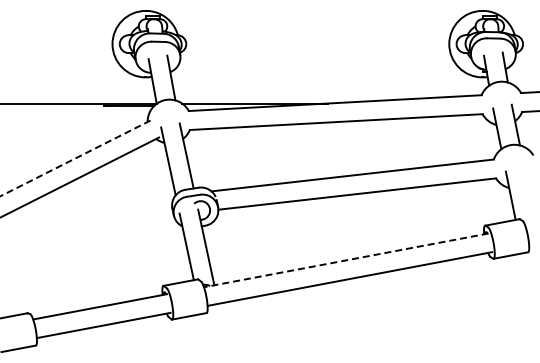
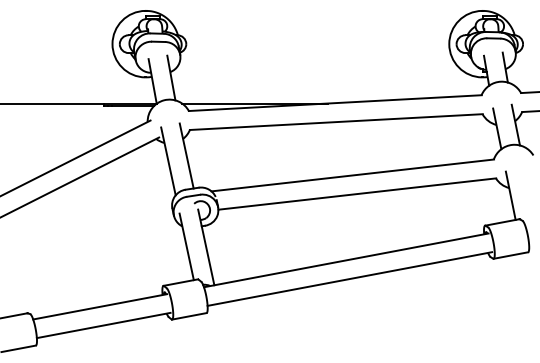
line at (75, 158): dashed -> solid
line at (346, 260): dashed -> solid
